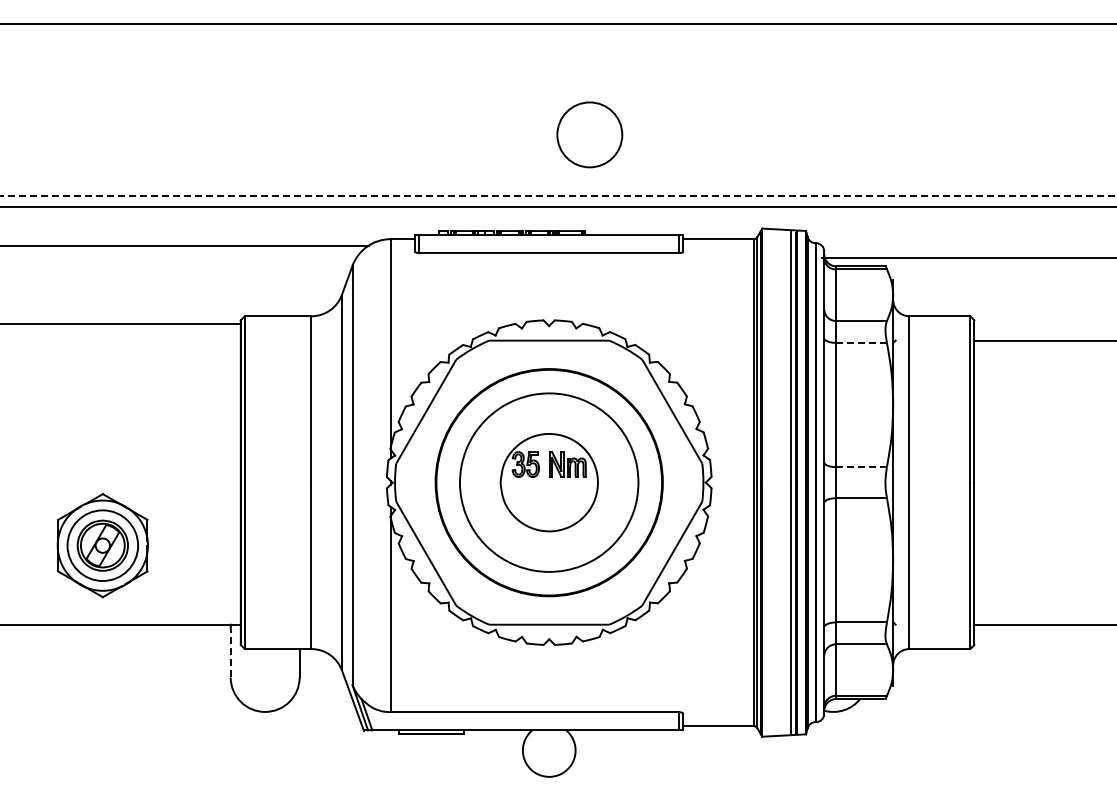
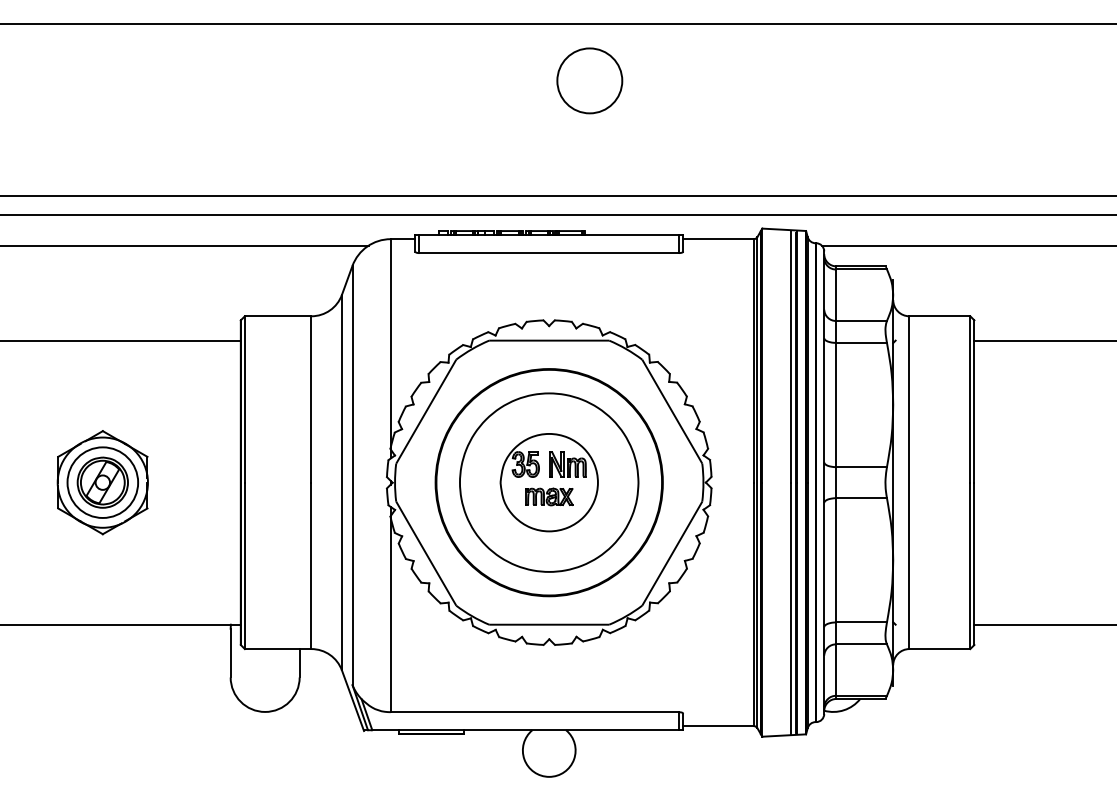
circle at (589, 134) position: (589, 134) -> (589, 80)
line at (557, 196): dashed -> solid
line at (557, 206) position: (557, 206) -> (557, 214)
line at (967, 257) position: (967, 257) -> (967, 245)
line at (121, 323) position: (121, 323) -> (121, 340)
line at (861, 342): dashed -> solid
line at (861, 467): dashed -> solid
part at (549, 496): none -> present
part at (102, 545) position: (102, 545) -> (102, 482)
line at (230, 652): dashed -> solid
